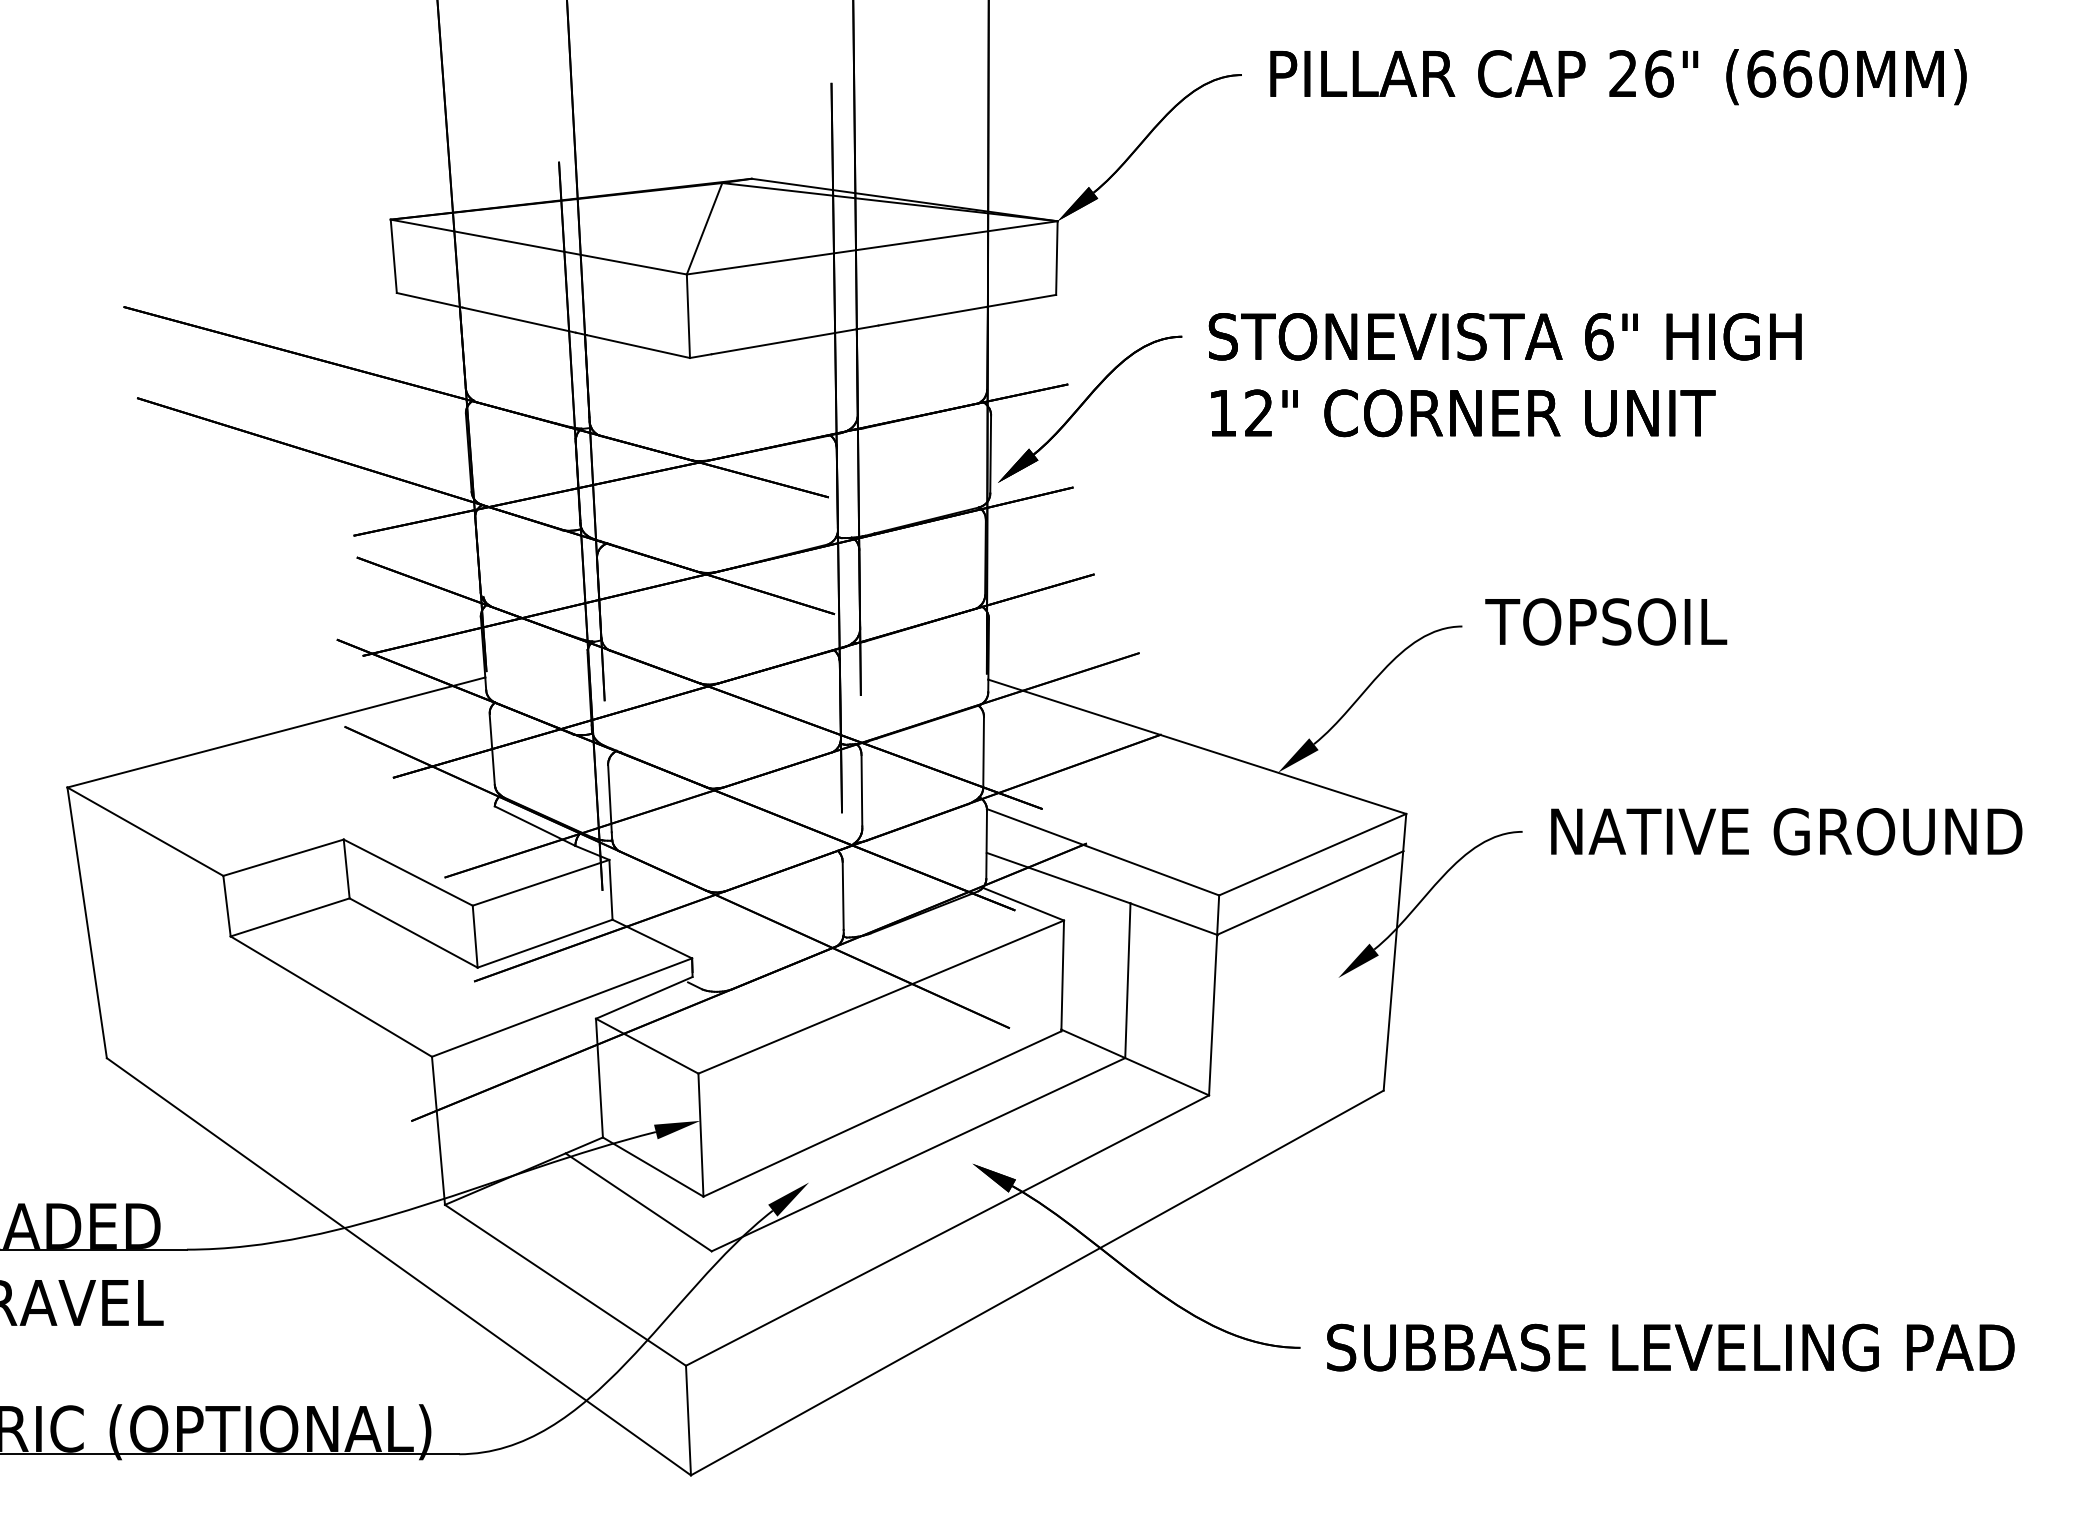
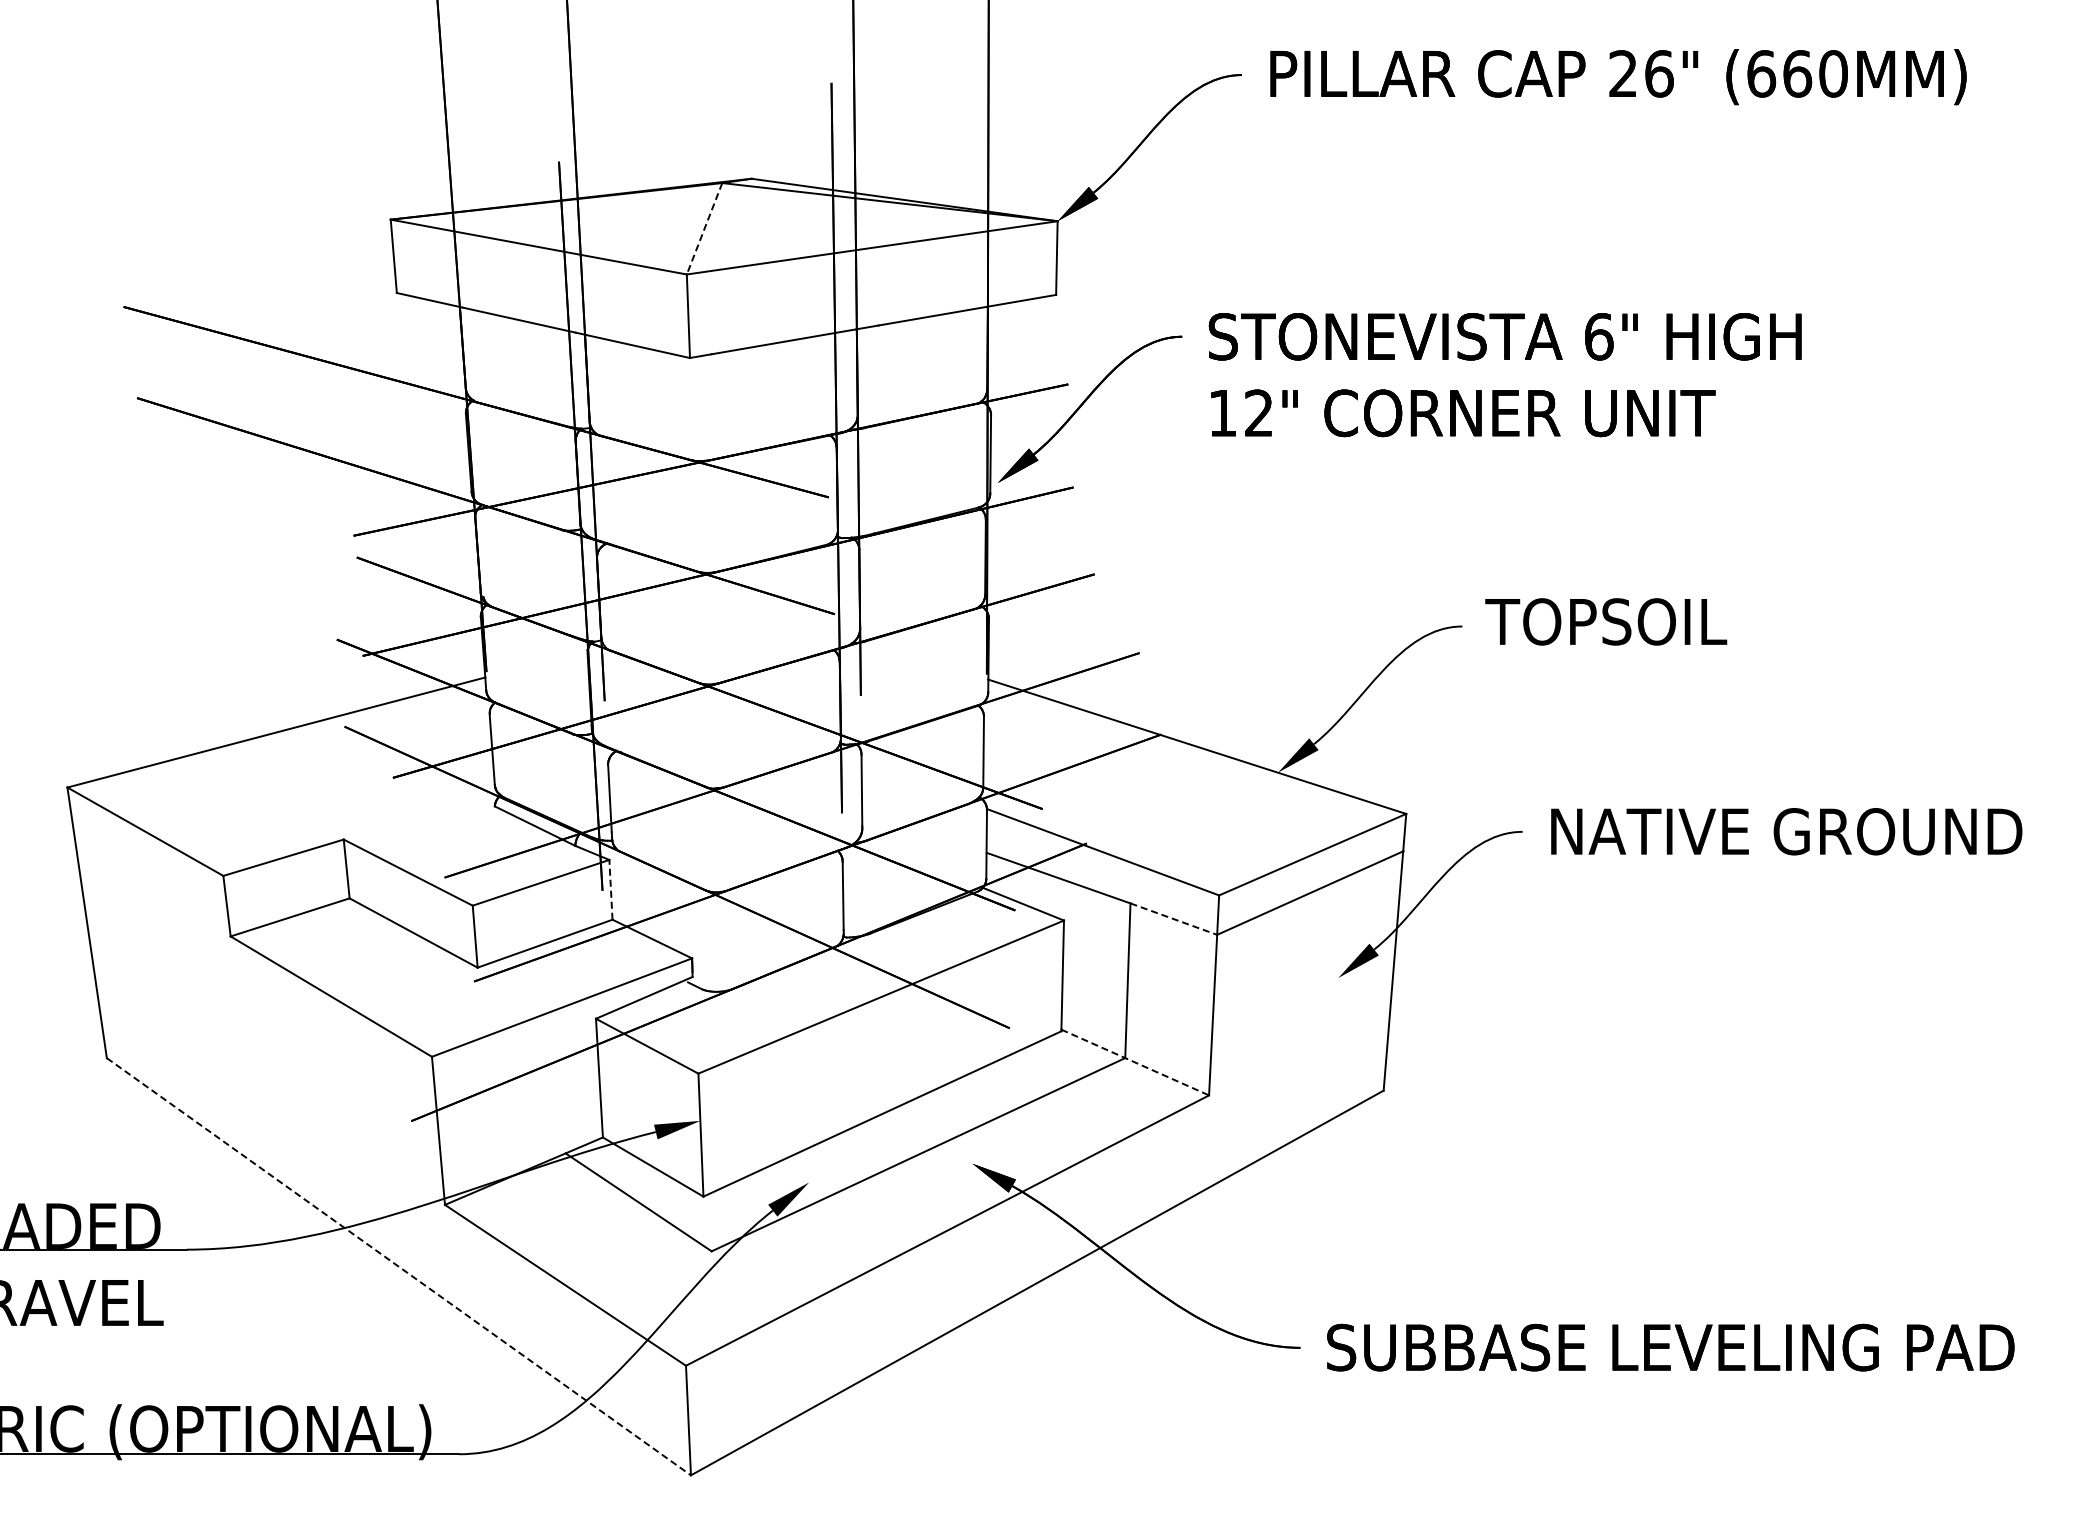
line at (704, 229): solid -> dashed
line at (610, 889): solid -> dashed
line at (1174, 919): solid -> dashed
line at (1135, 1062): solid -> dashed
line at (398, 1266): solid -> dashed
